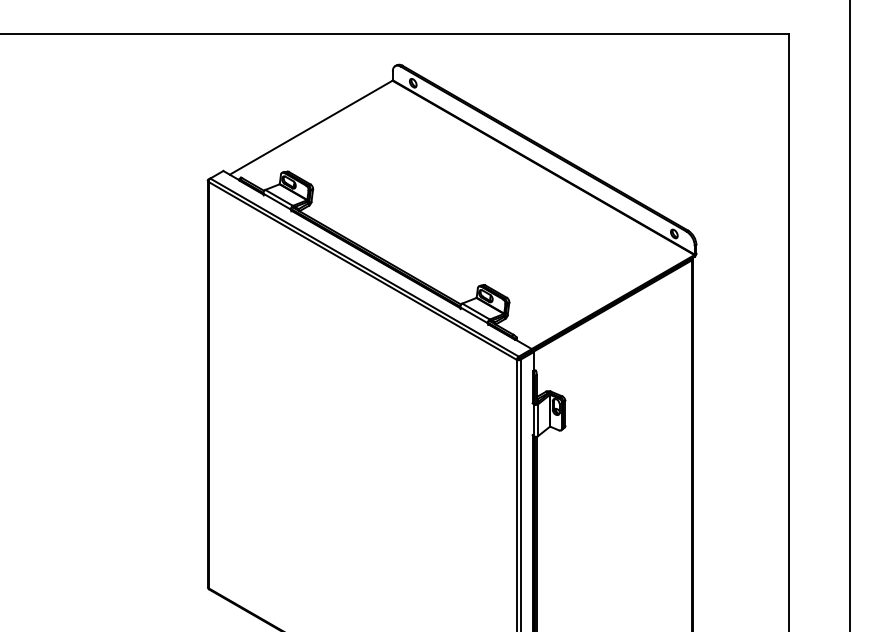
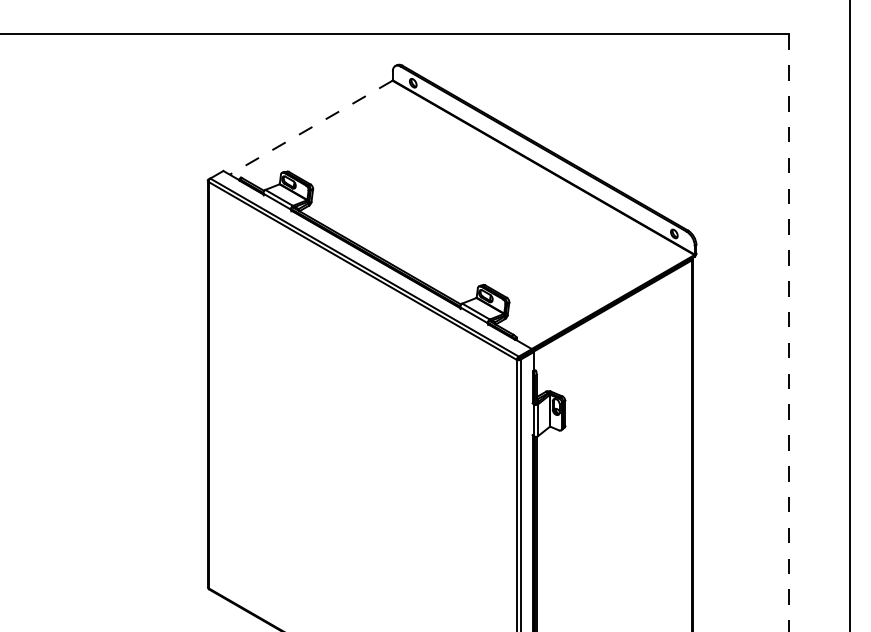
line at (311, 127): solid -> dashed
line at (789, 333): solid -> dashed
